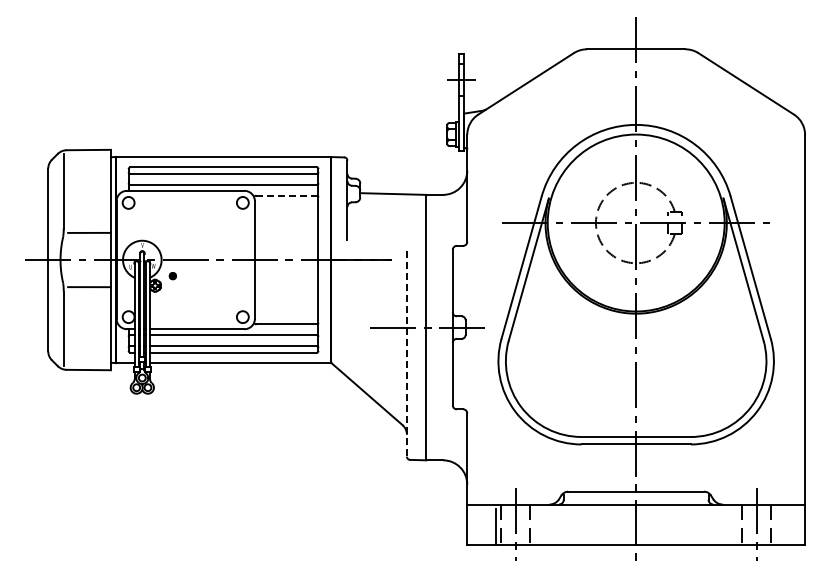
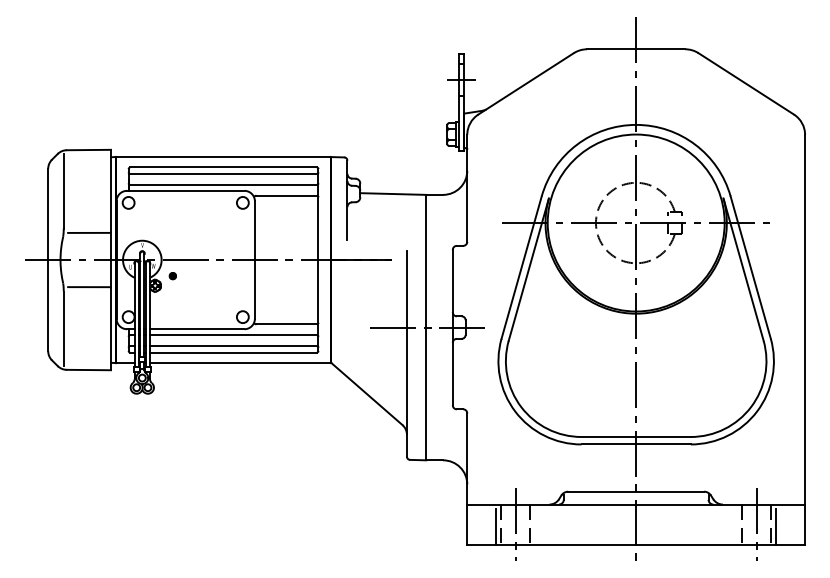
line at (287, 195): dashed -> solid
line at (406, 353): dashed -> solid
line at (776, 526): none -> present
